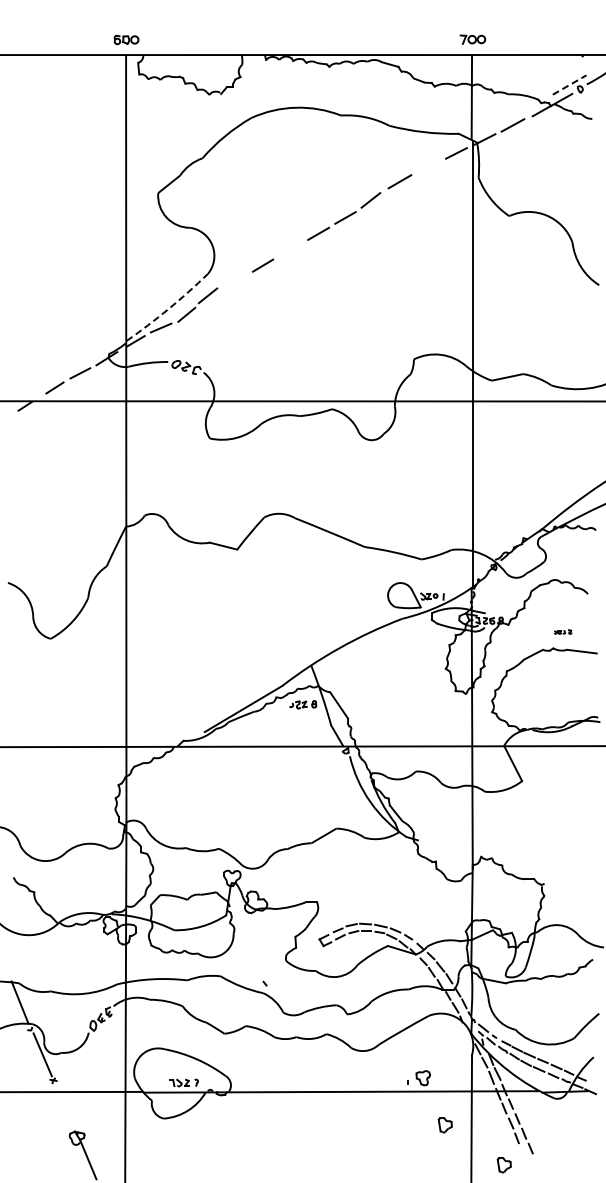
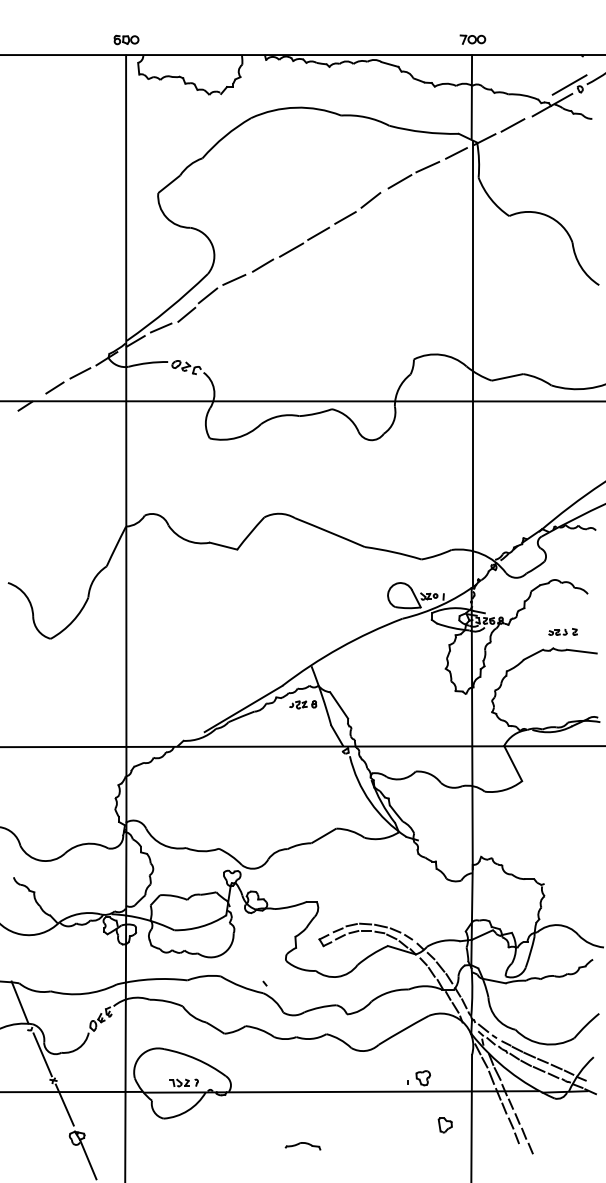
line at (570, 84): dashed -> solid
line at (427, 167): none -> present
line at (291, 249): none -> present
line at (234, 279): none -> present
arc at (168, 308): dashed -> solid
part at (563, 631) size: 19x6 px -> 30x8 px
line at (64, 1104): none -> present
part at (302, 1146): none -> present
part at (503, 1165): present -> none
